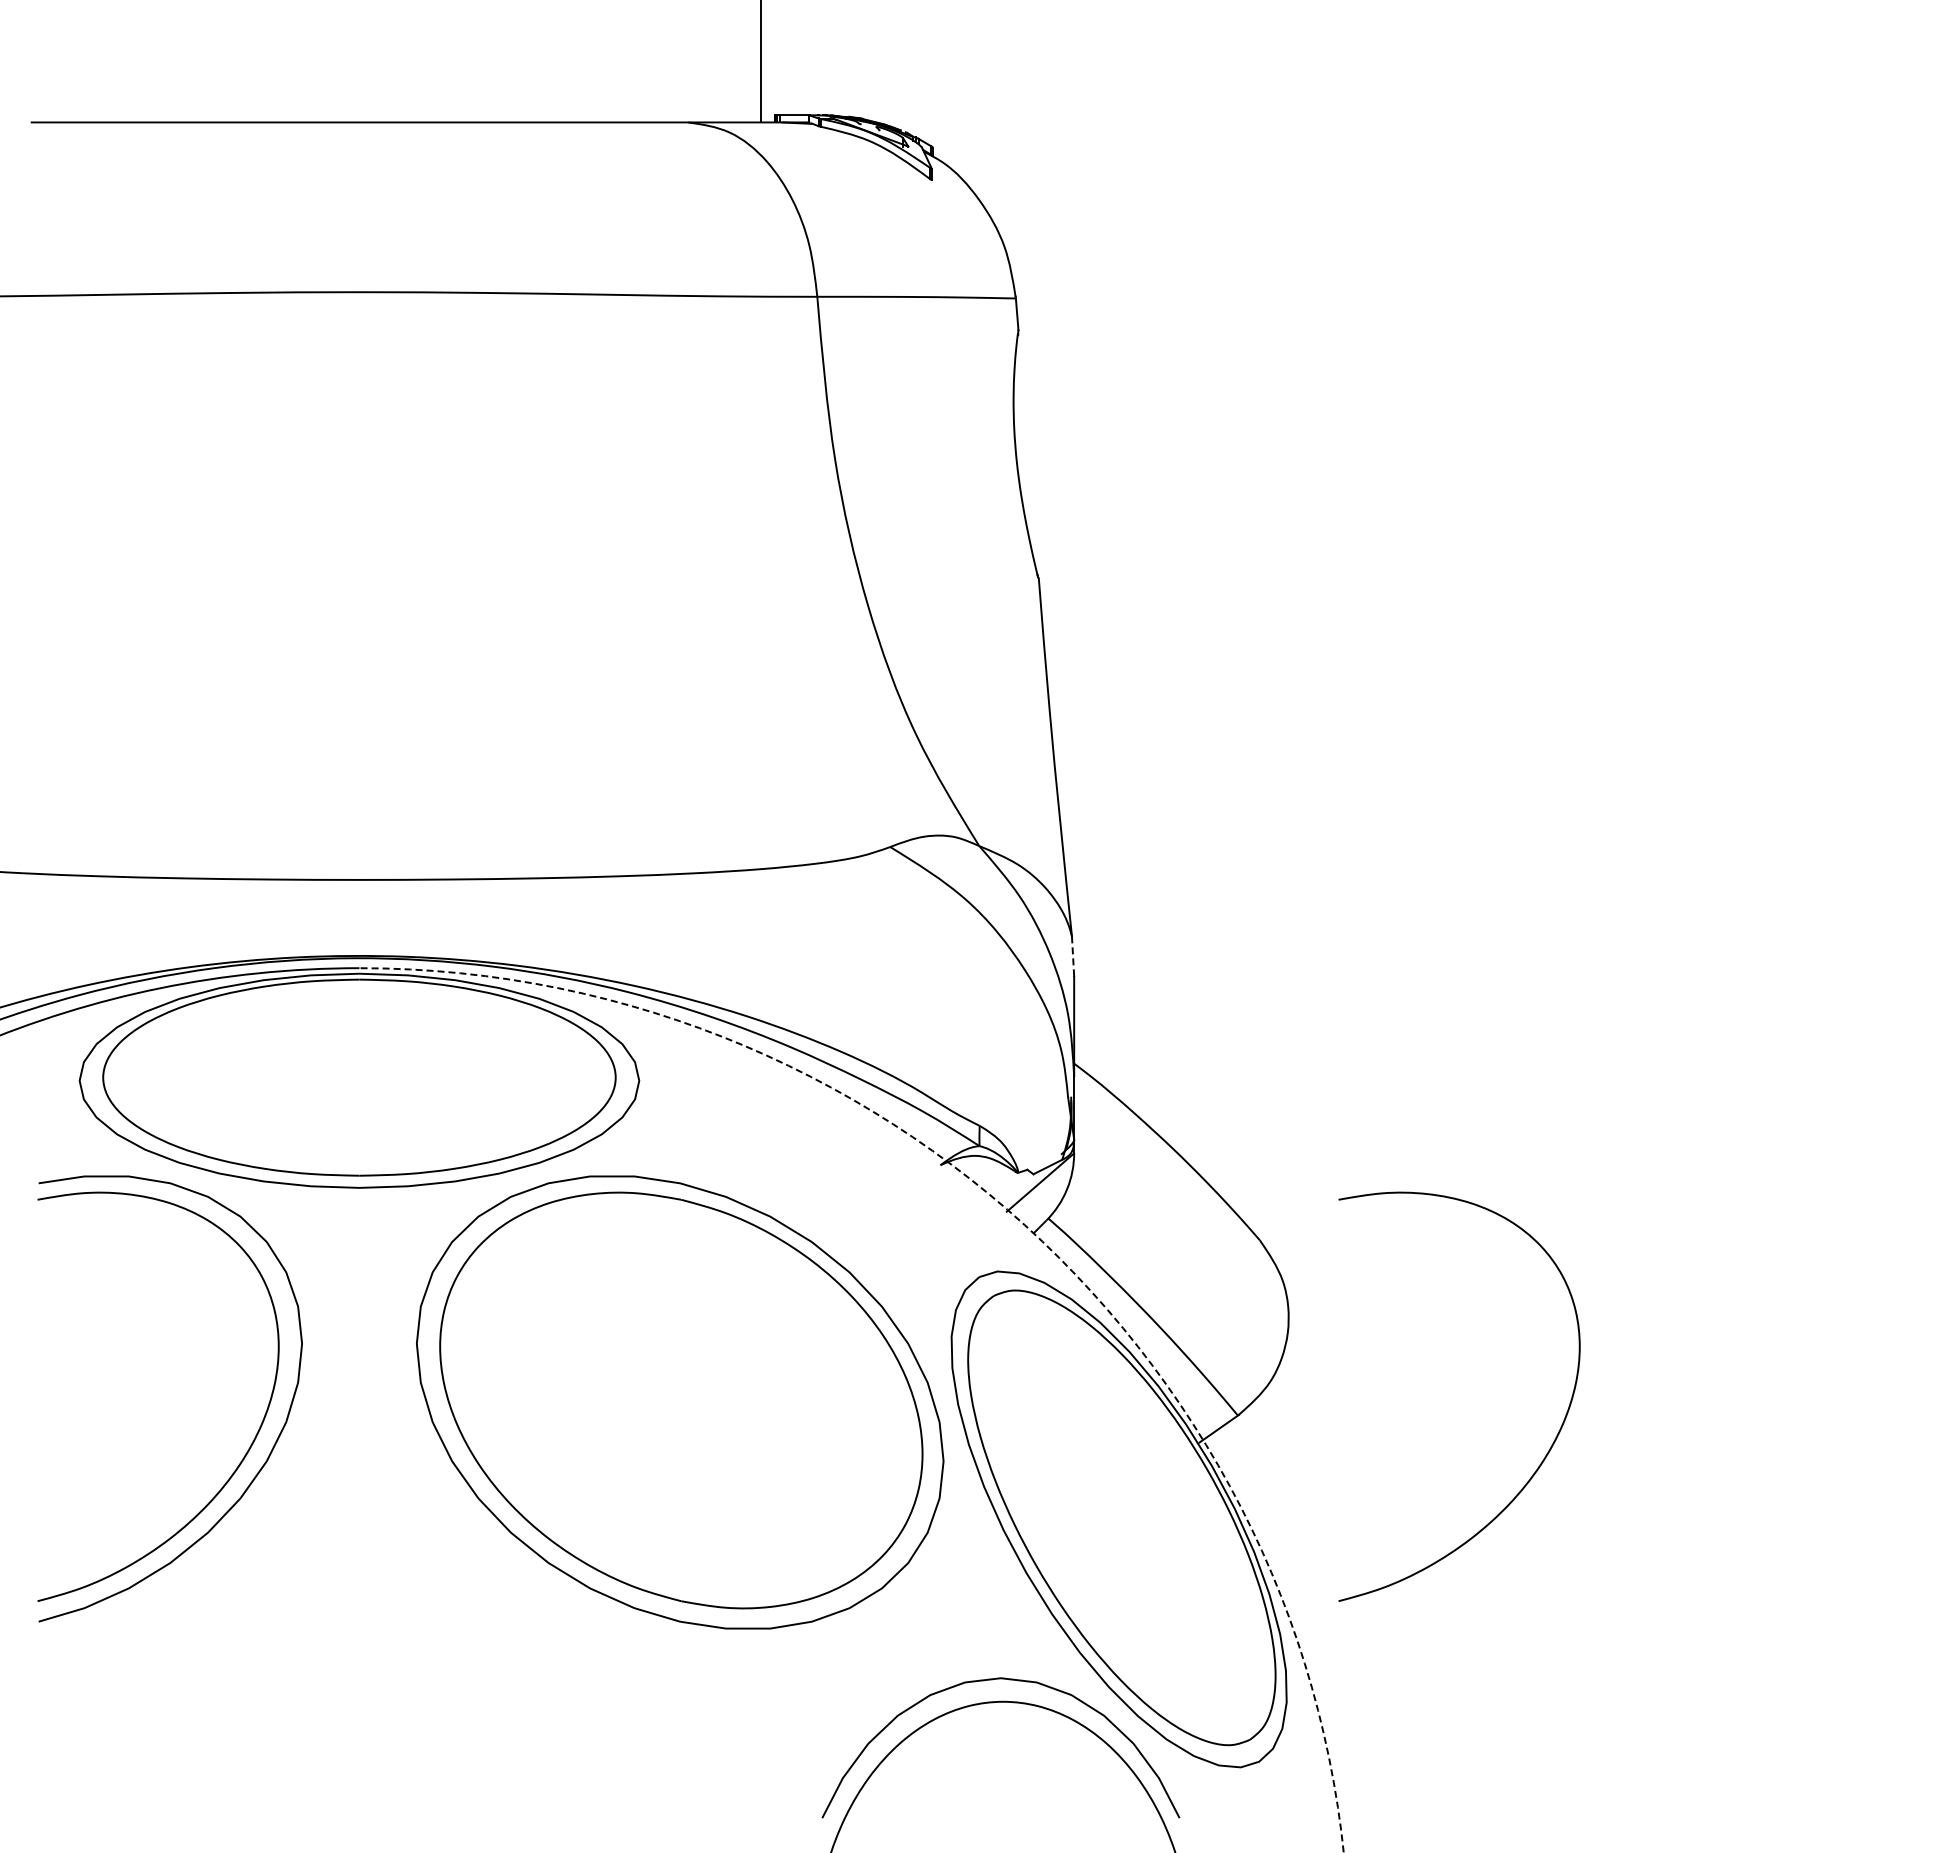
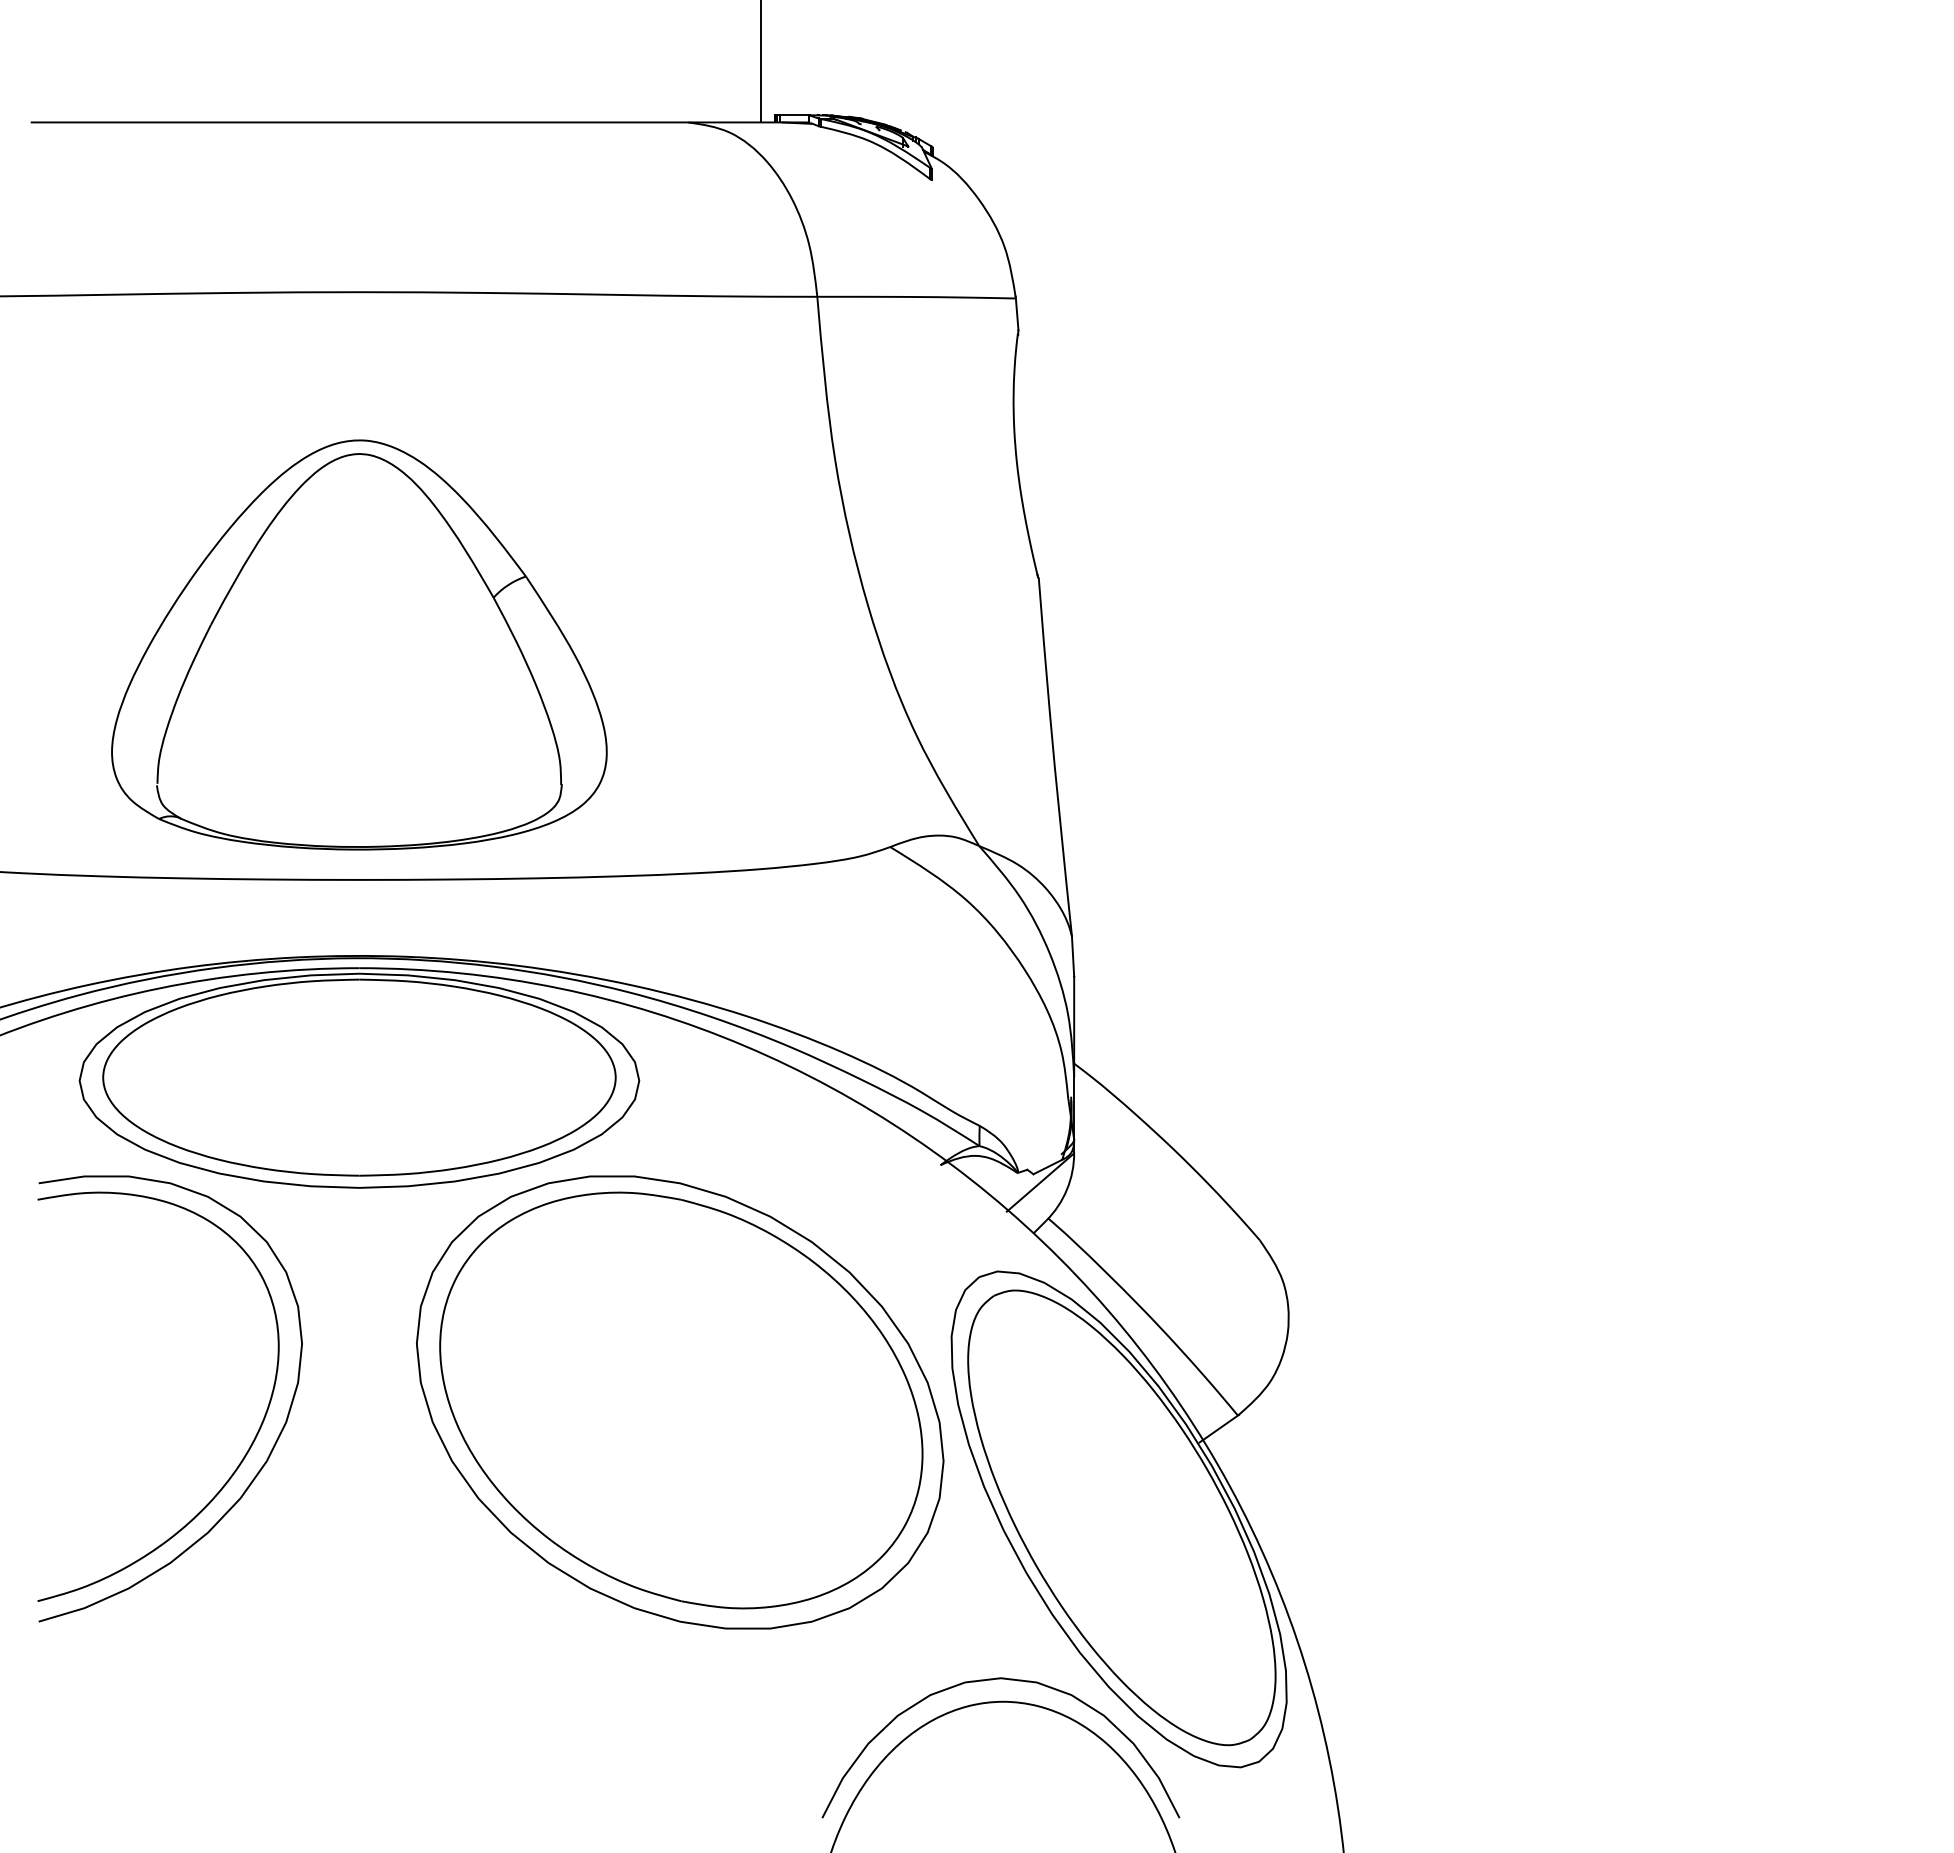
part at (359, 644): none -> present
line at (1073, 956): dashed -> solid
arc at (1020, 1221): dashed -> solid
curve at (1550, 1446): present -> none
